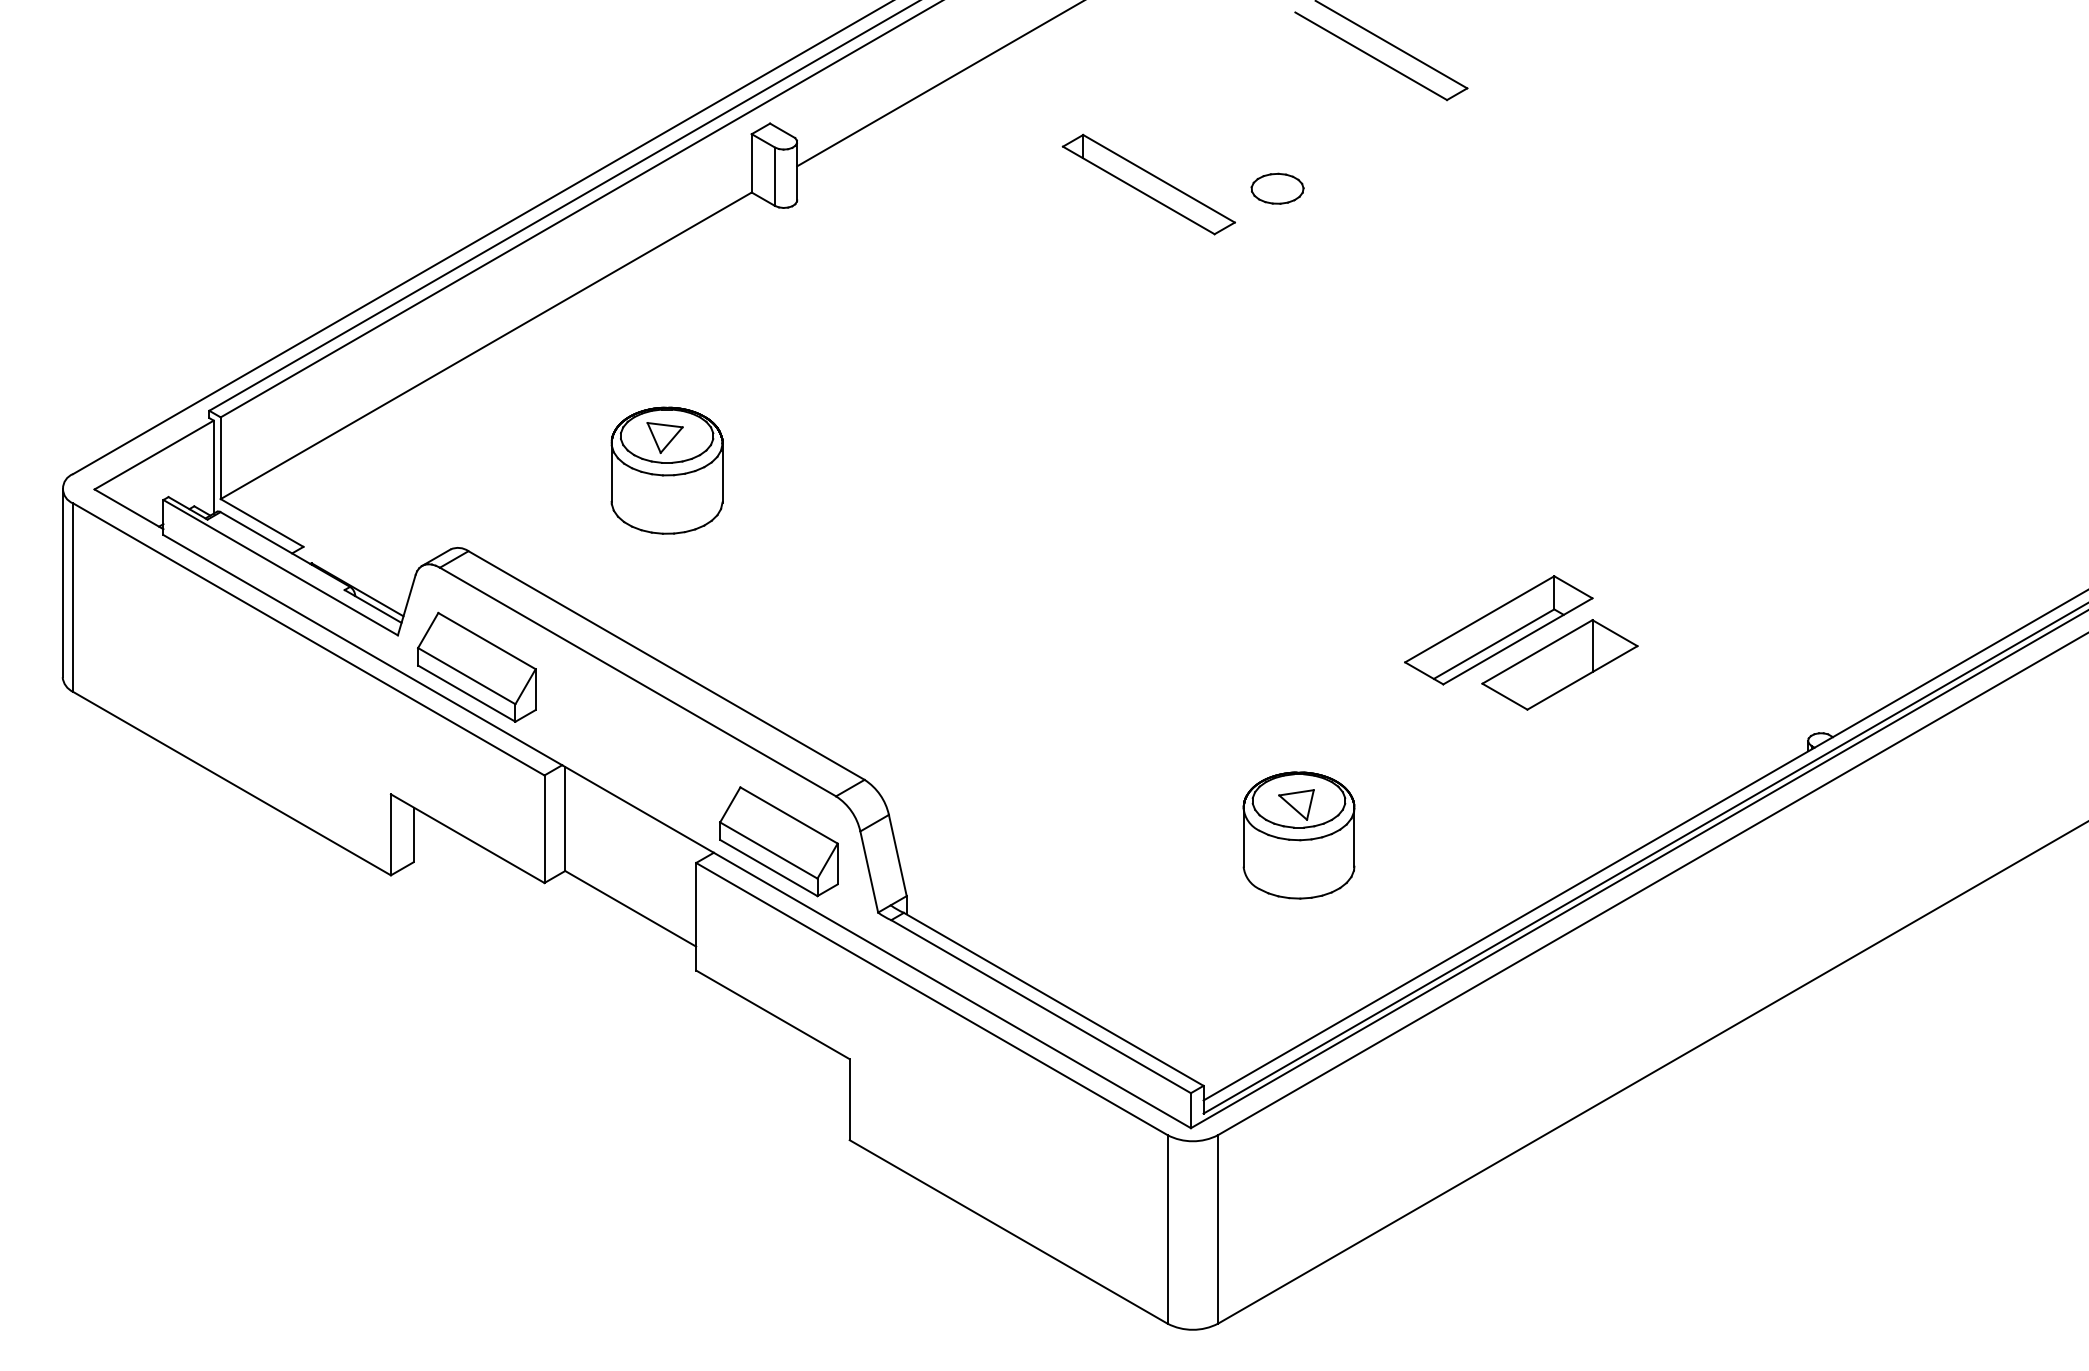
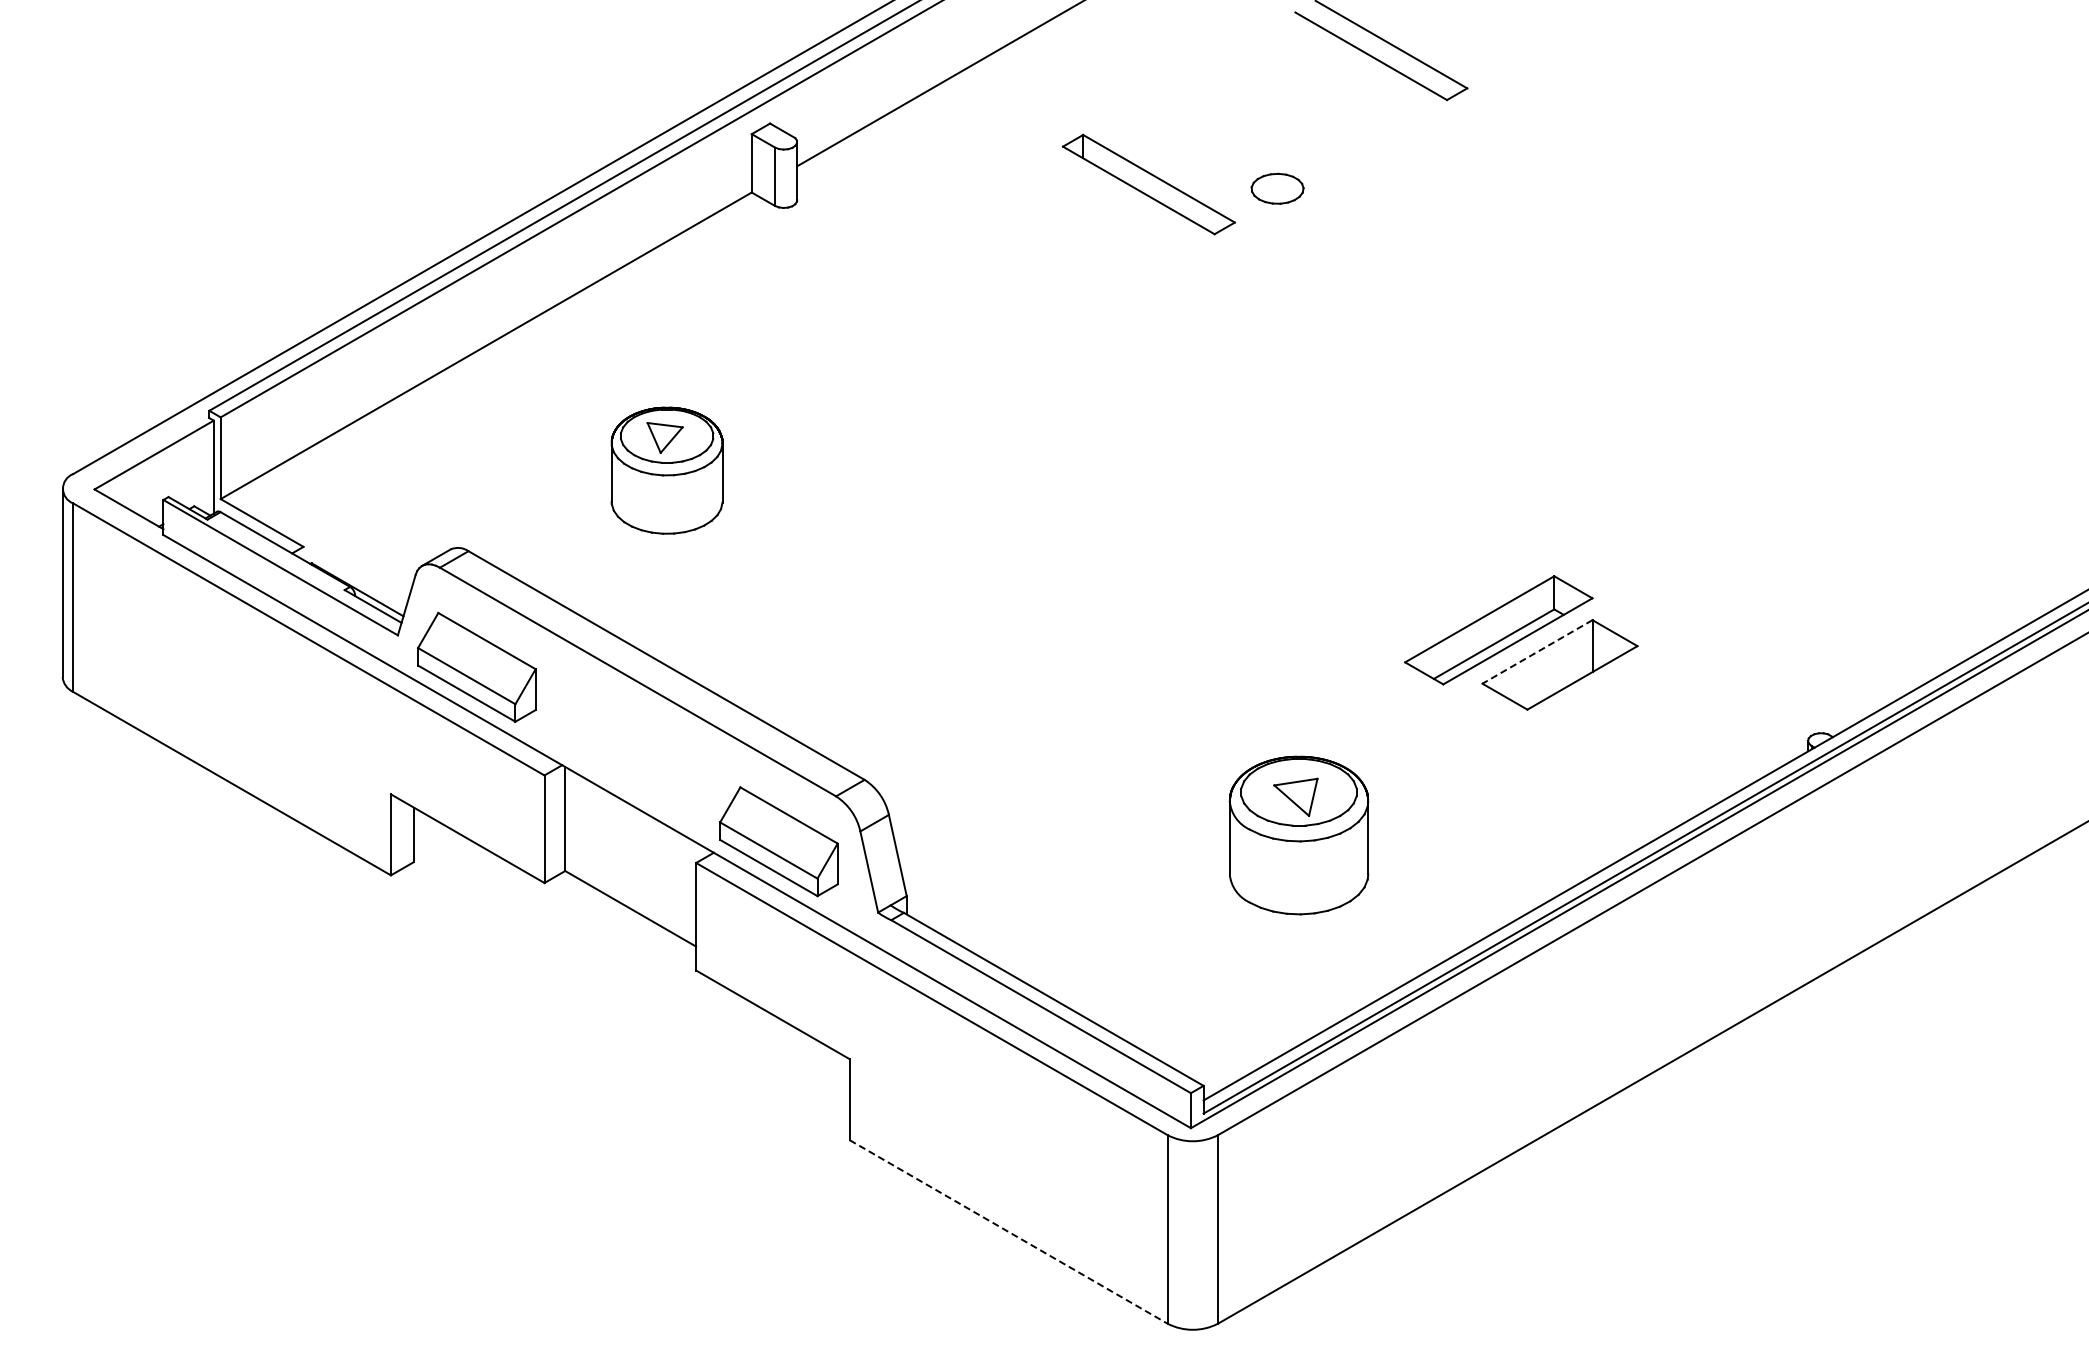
line at (1537, 651): solid -> dashed
part at (1298, 835) size: 114x129 px -> 142x161 px
line at (1008, 1231): solid -> dashed
